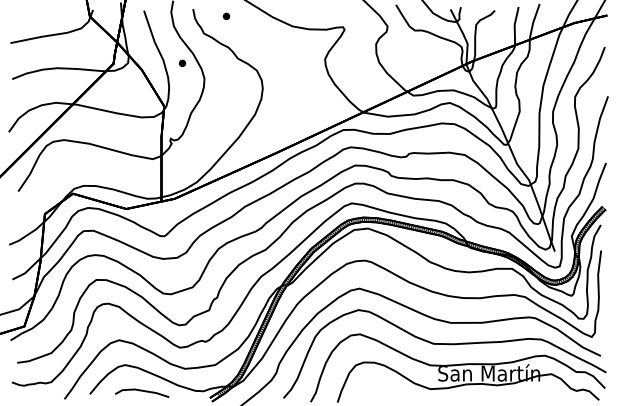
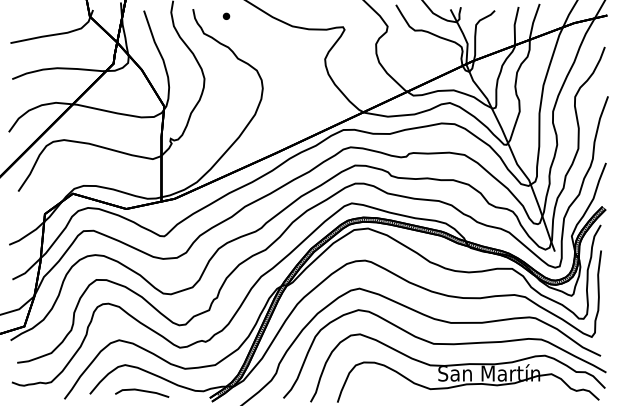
part at (182, 62): present -> none
